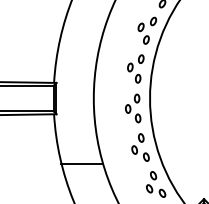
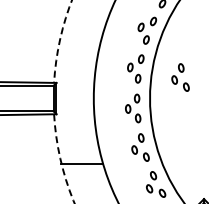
arc at (59, 40): solid -> dashed
part at (180, 77): none -> present
arc at (60, 160): solid -> dashed
